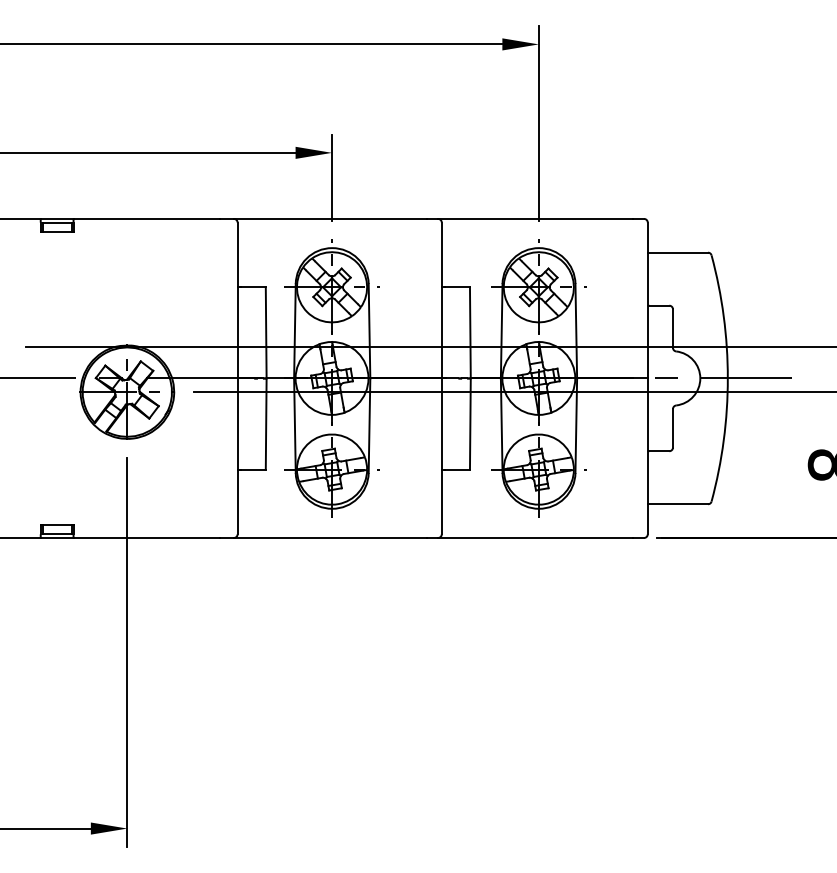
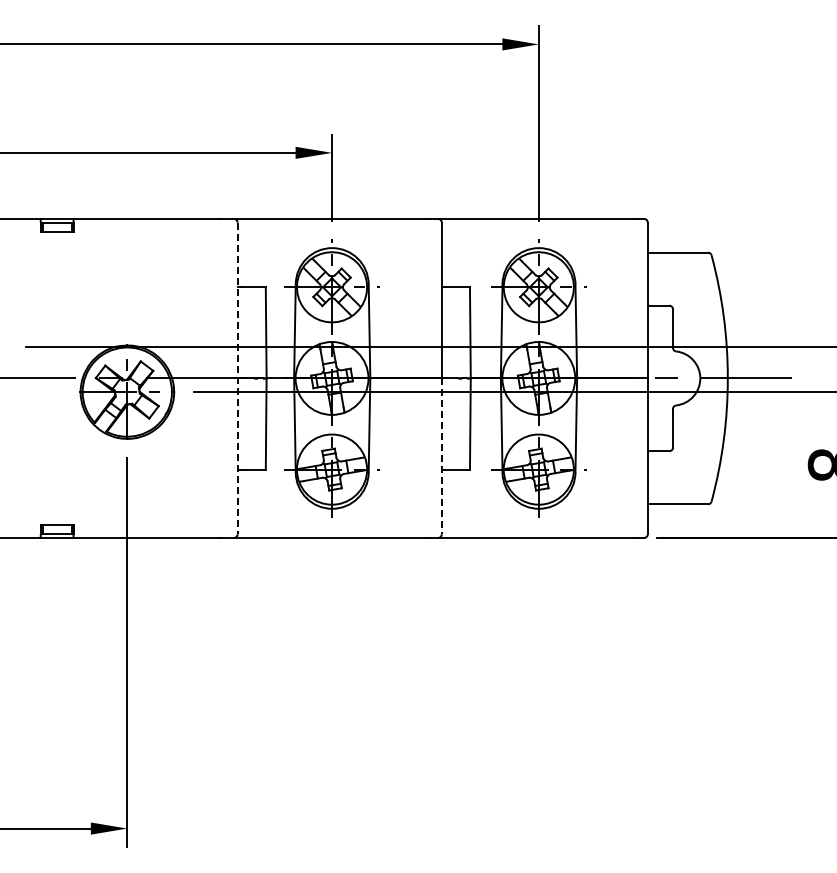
line at (237, 378): solid -> dashed
line at (441, 456): solid -> dashed
